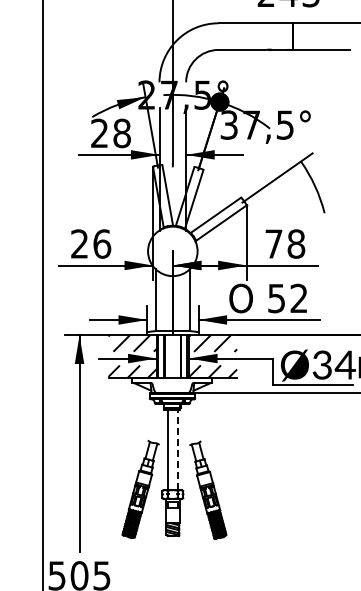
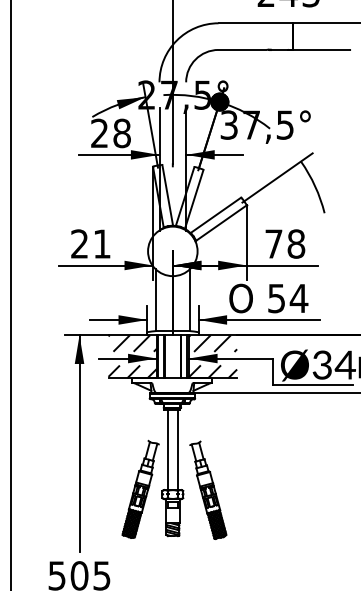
text at (102, 243): 26 -> 21
line at (42, 294) position: (42, 294) -> (10, 294)
text at (298, 297): 52 -> 54
line at (177, 450): dashed -> solid
